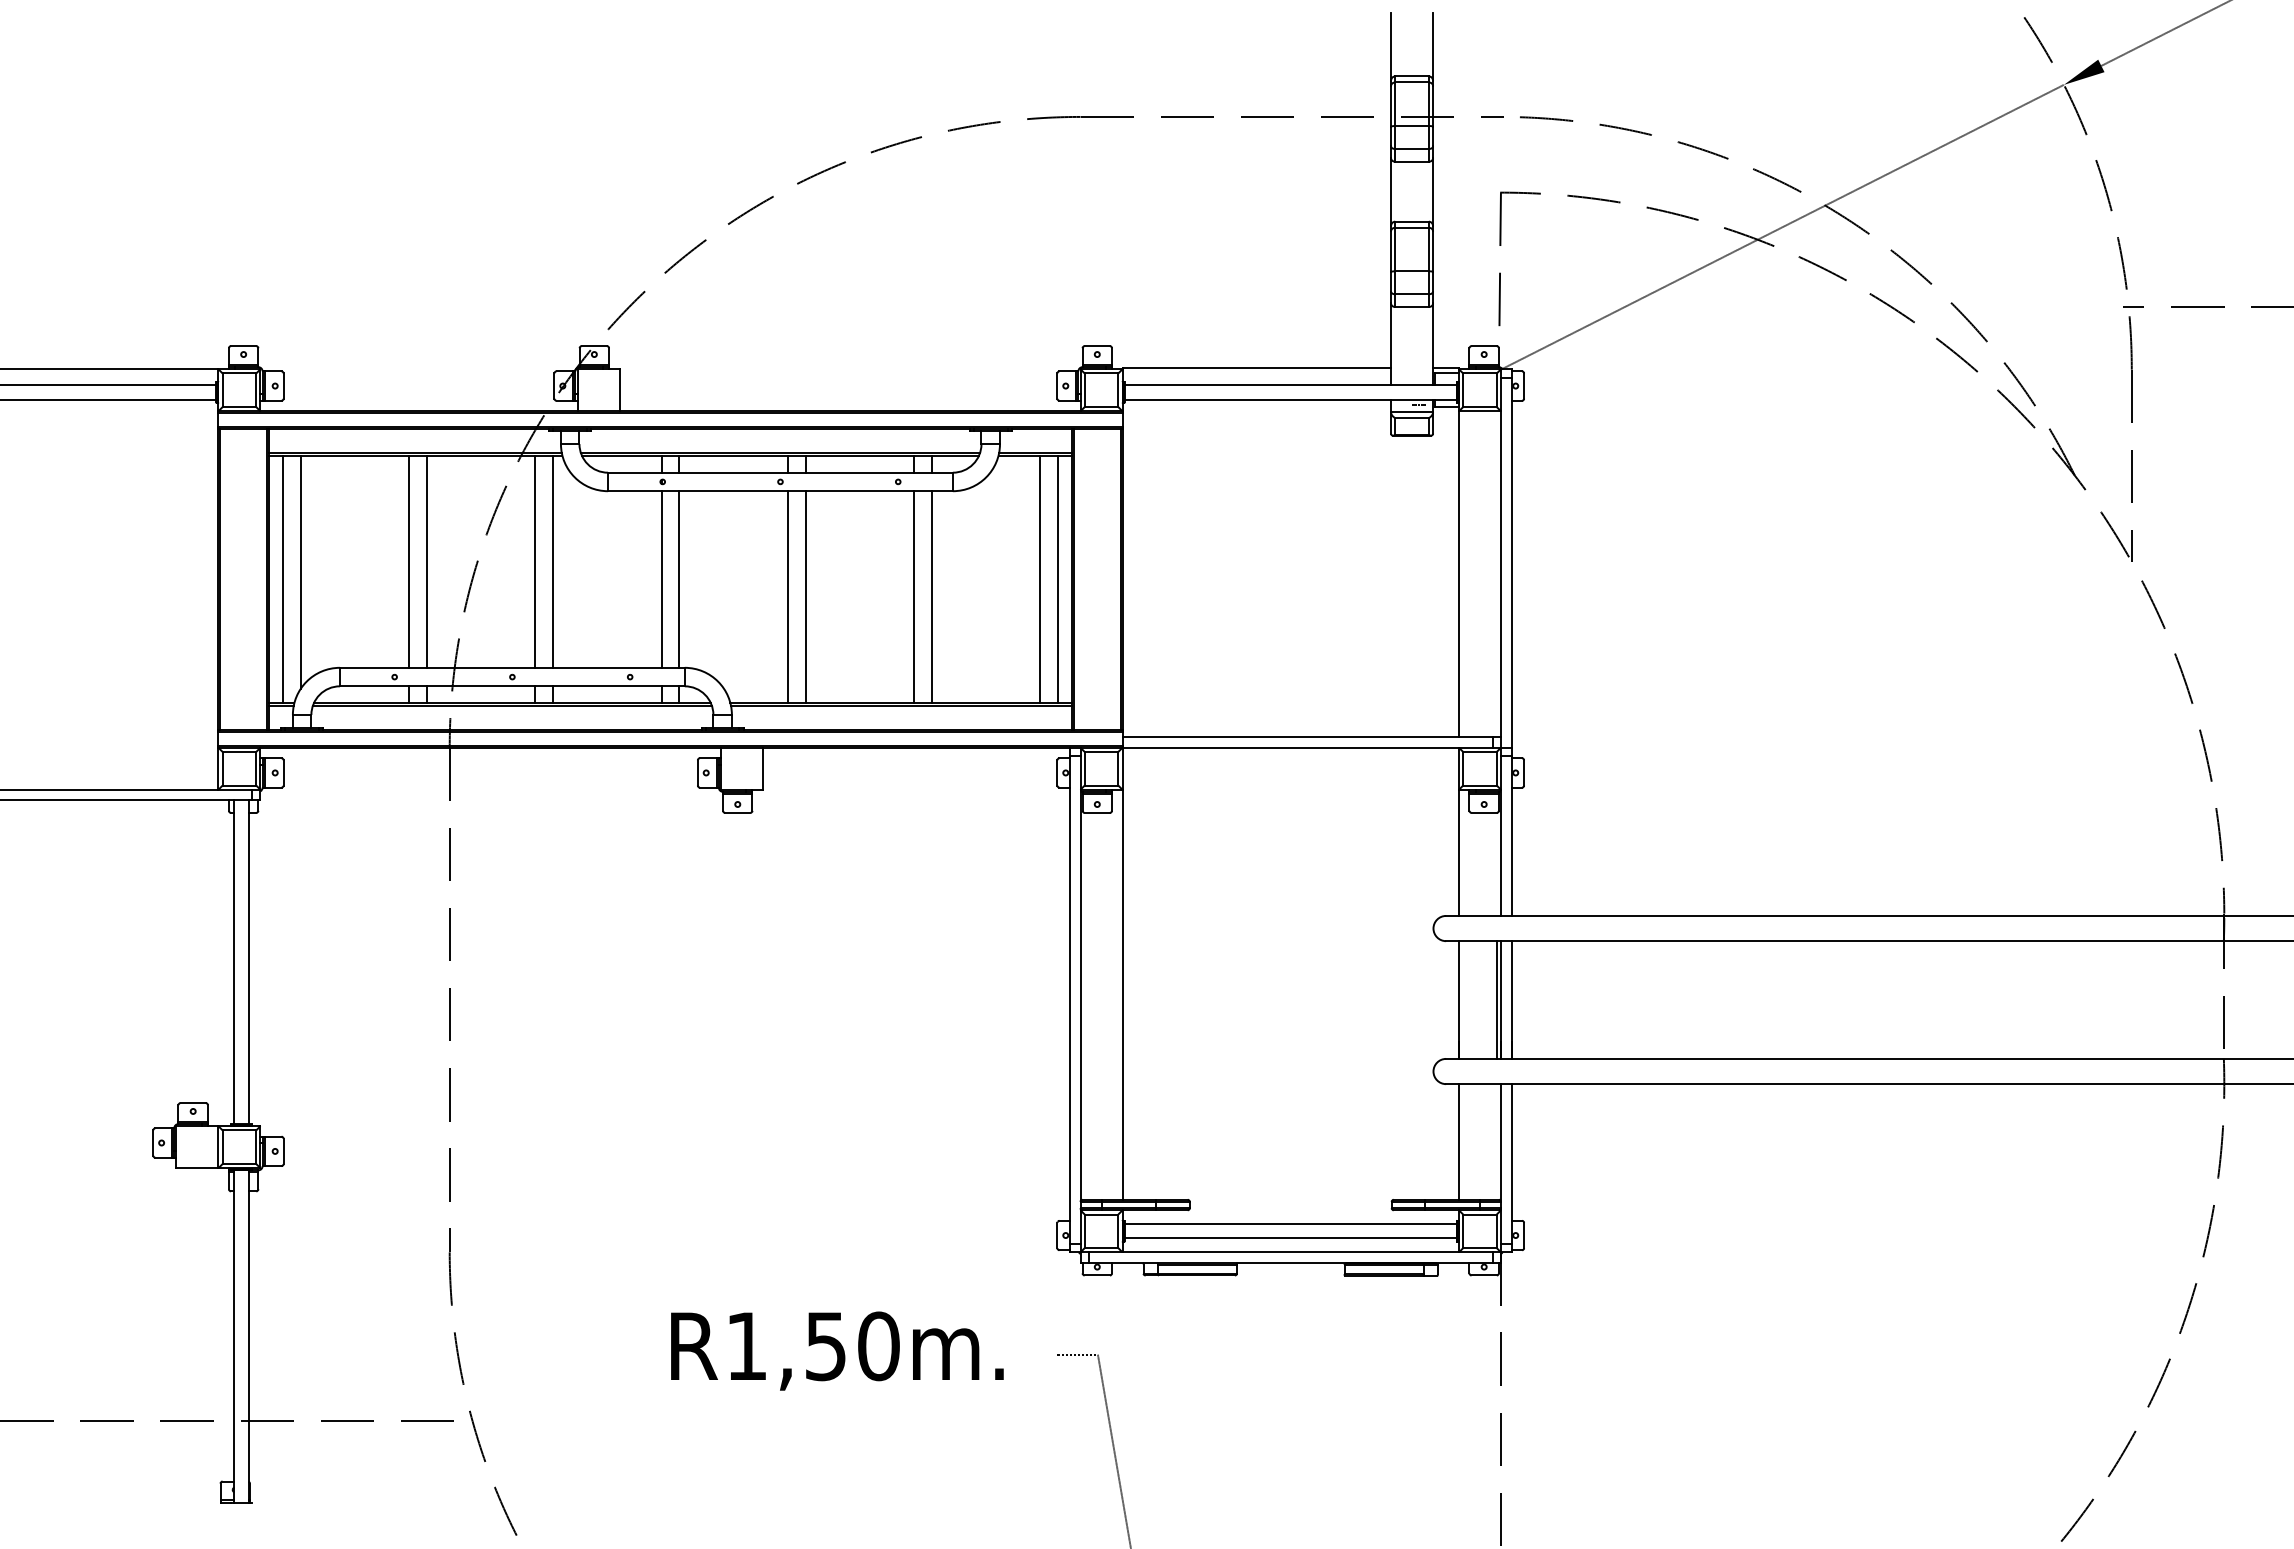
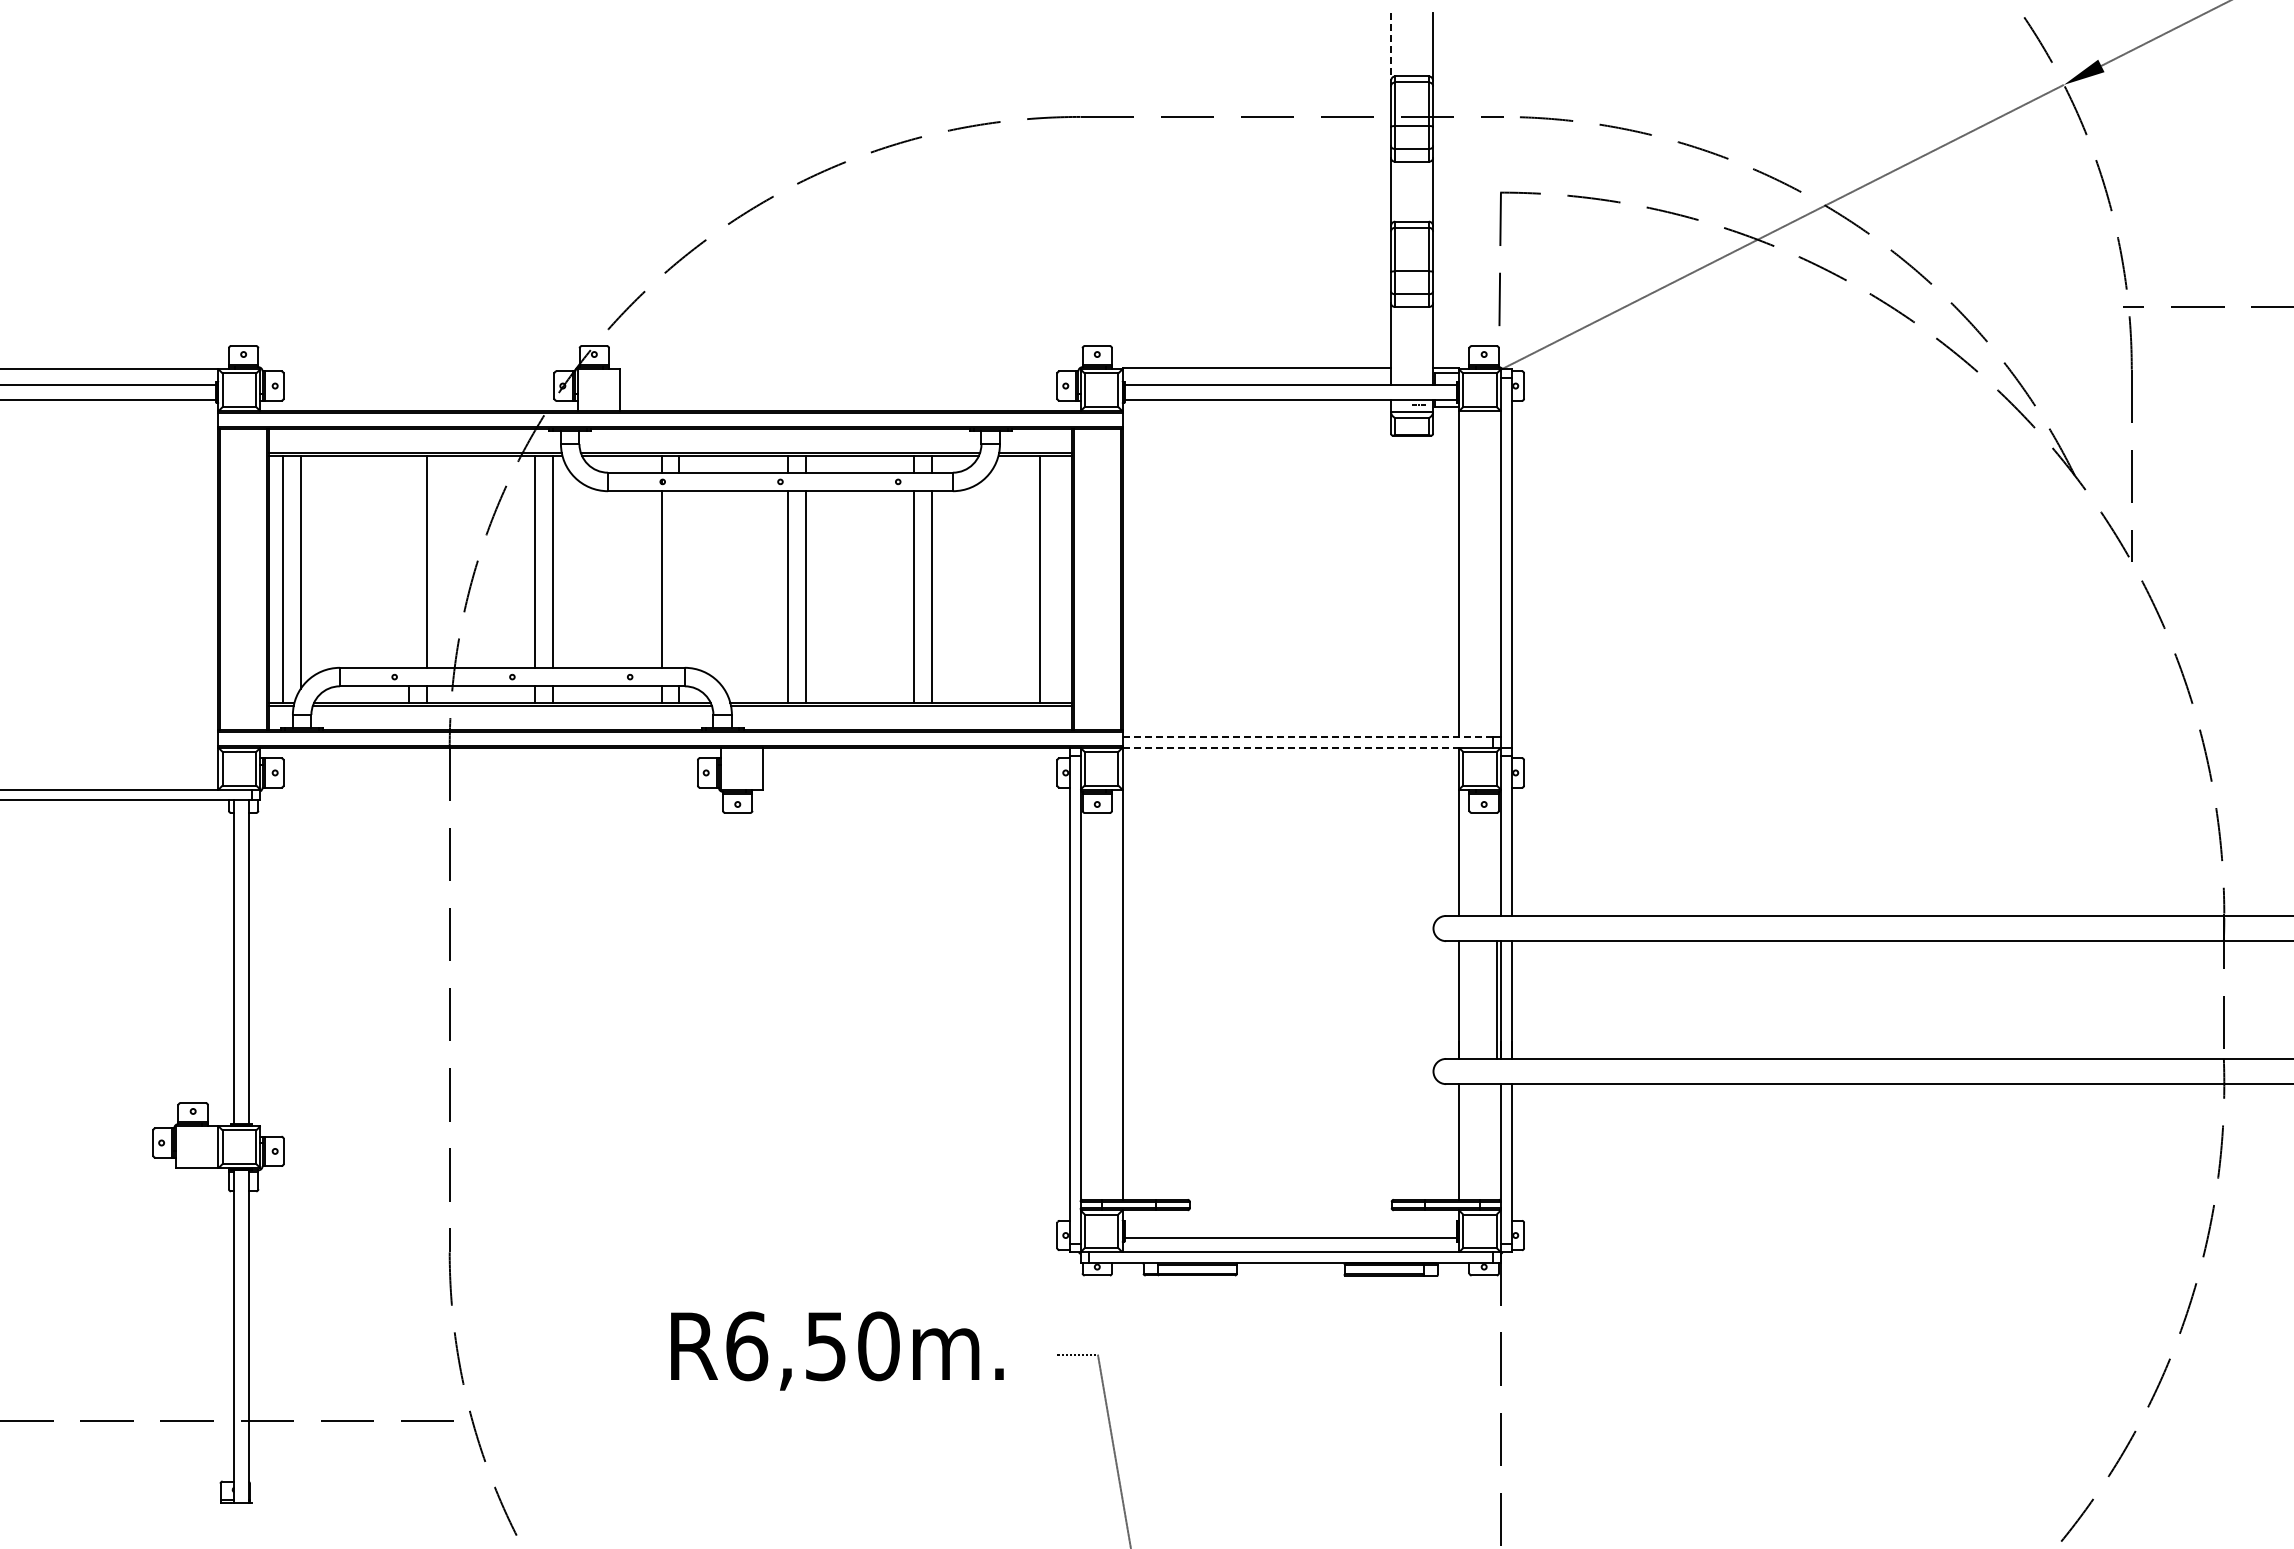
line at (1391, 47): solid -> dashed
line at (409, 561): present -> none
line at (679, 579): present -> none
line at (1057, 579): present -> none
line at (1308, 737): solid -> dashed
line at (1291, 747): solid -> dashed
line at (1290, 1224): present -> none
text at (747, 1346): R1,50m. -> R6,50m.
